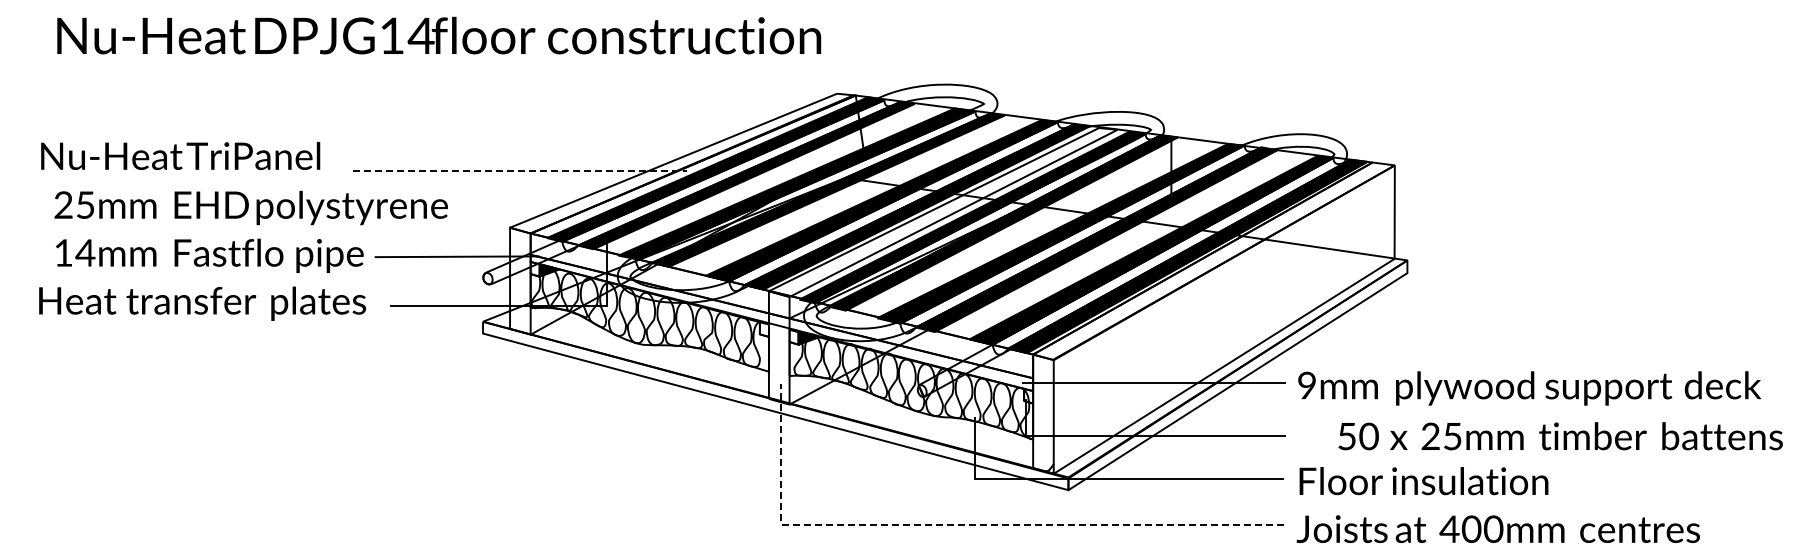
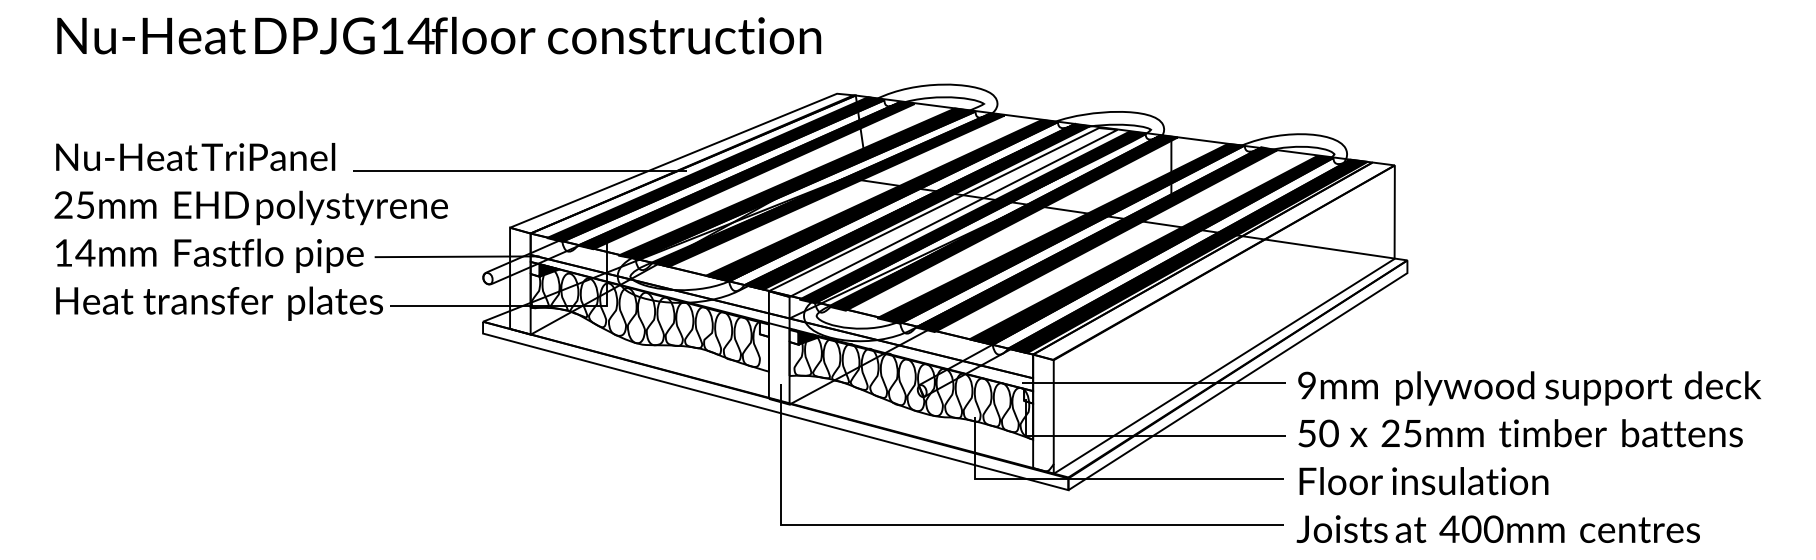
text at (180, 155) position: (180, 155) -> (195, 156)
line at (520, 170): dashed -> solid
text at (202, 303) position: (202, 303) -> (219, 303)
text at (1560, 436) position: (1560, 436) -> (1520, 433)
line at (960, 525): dashed -> solid
